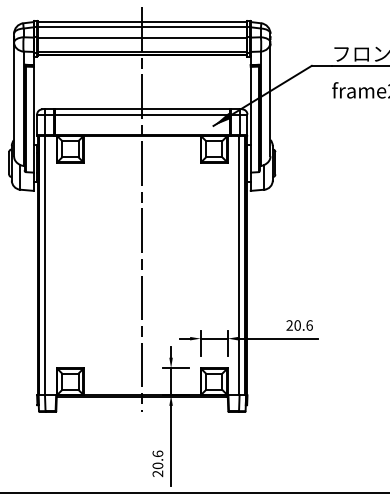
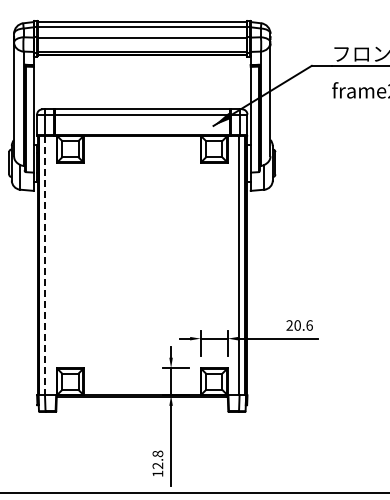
line at (142, 209): present -> none
line at (45, 265): solid -> dashed
text at (157, 463): 20.6 -> 12.8
